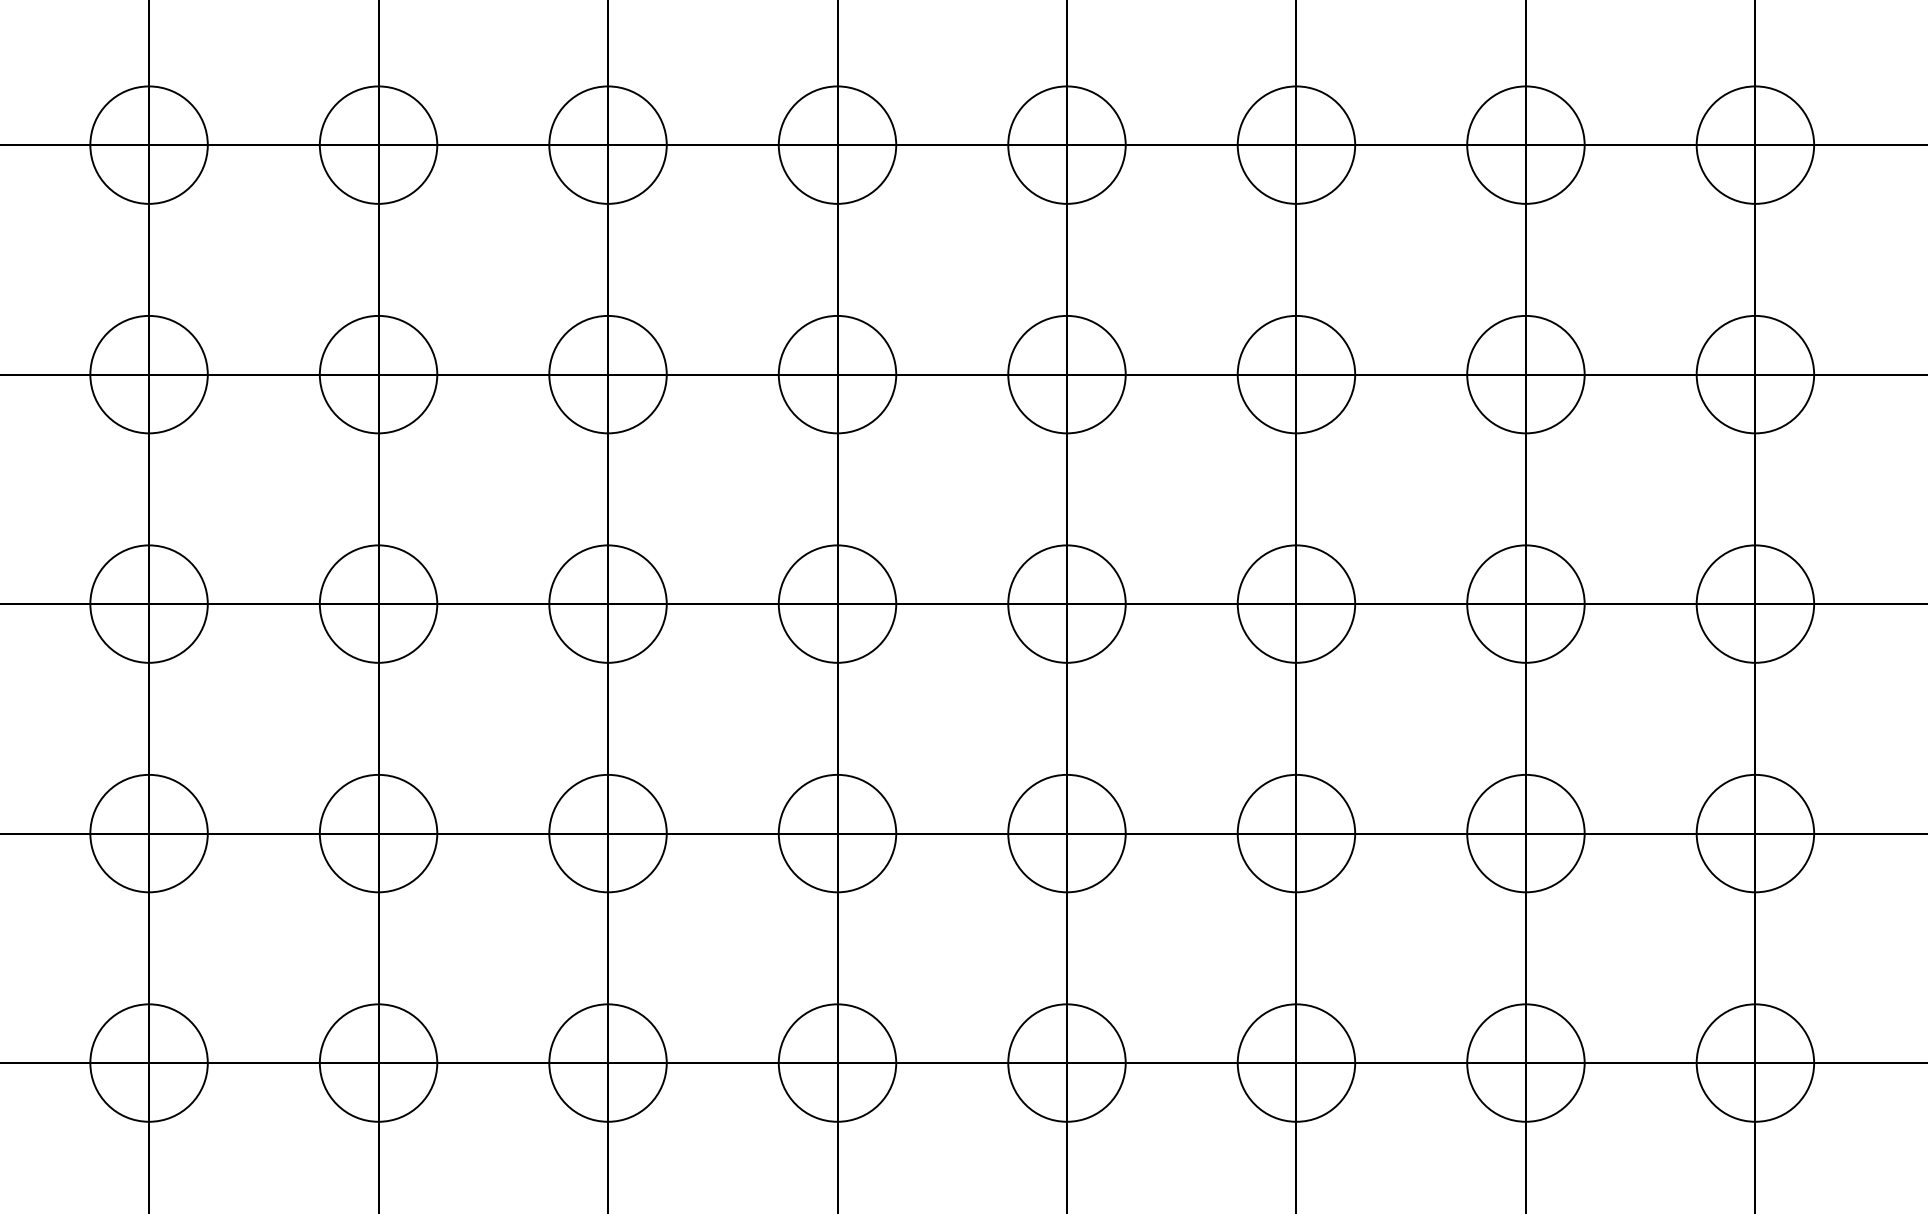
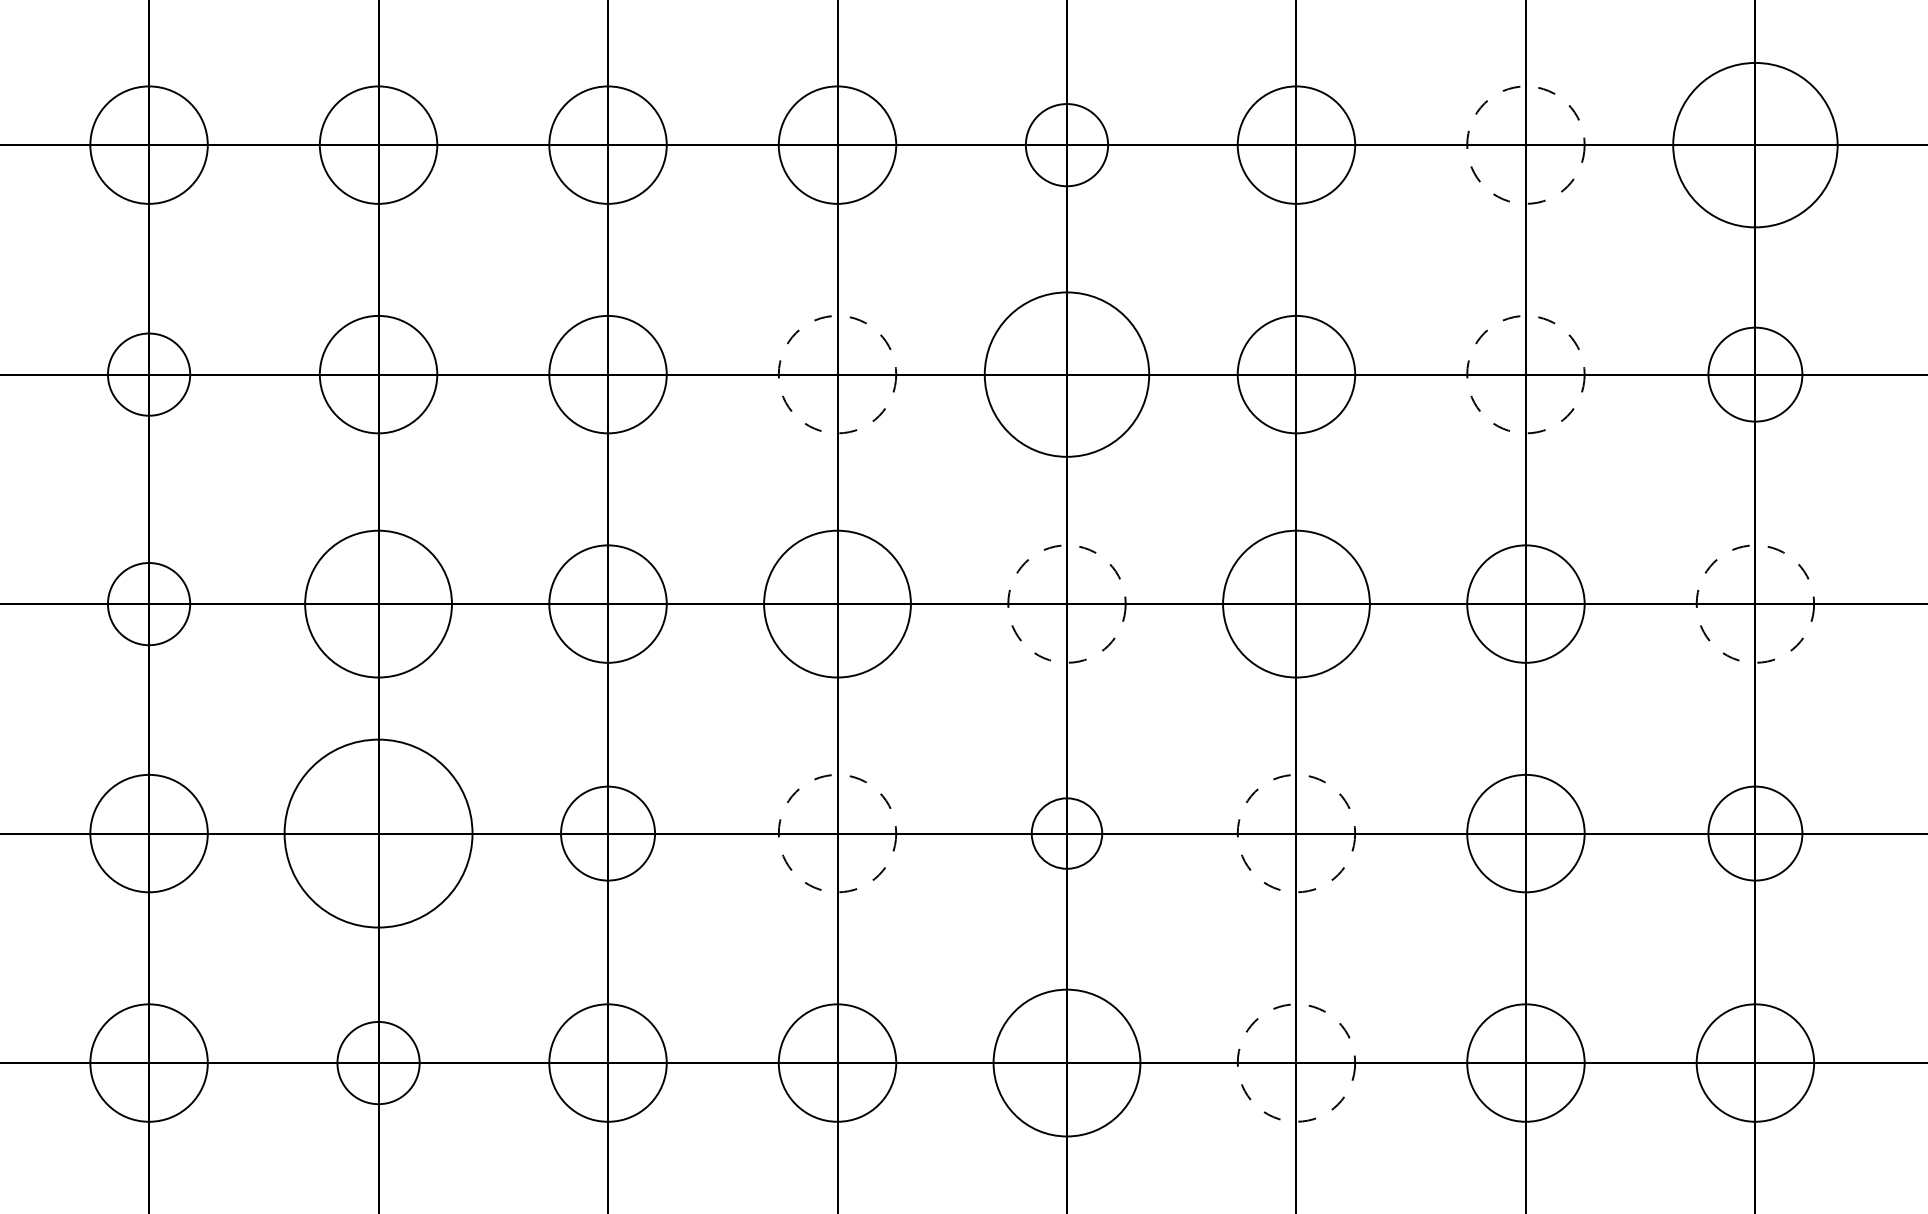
circle at (1066, 144) diameter: 117 px -> 82 px
circle at (1525, 144): solid -> dashed
circle at (1755, 144) diameter: 117 px -> 164 px
circle at (148, 374) diameter: 117 px -> 82 px
circle at (837, 374): solid -> dashed
circle at (1066, 374) diameter: 117 px -> 164 px
circle at (1525, 374): solid -> dashed
circle at (1755, 374) diameter: 117 px -> 94 px
circle at (148, 603) diameter: 117 px -> 82 px
circle at (378, 603) diameter: 117 px -> 147 px
circle at (837, 603) diameter: 117 px -> 147 px
circle at (1066, 603): solid -> dashed
circle at (1296, 603) diameter: 117 px -> 147 px
circle at (1755, 603): solid -> dashed
circle at (378, 833) diameter: 117 px -> 188 px
circle at (607, 833) diameter: 117 px -> 94 px
circle at (837, 833): solid -> dashed
circle at (1066, 833) diameter: 117 px -> 70 px
circle at (1296, 833): solid -> dashed
circle at (1755, 833) diameter: 117 px -> 94 px
circle at (378, 1062) diameter: 117 px -> 82 px
circle at (1066, 1062) diameter: 117 px -> 147 px
circle at (1296, 1062): solid -> dashed
